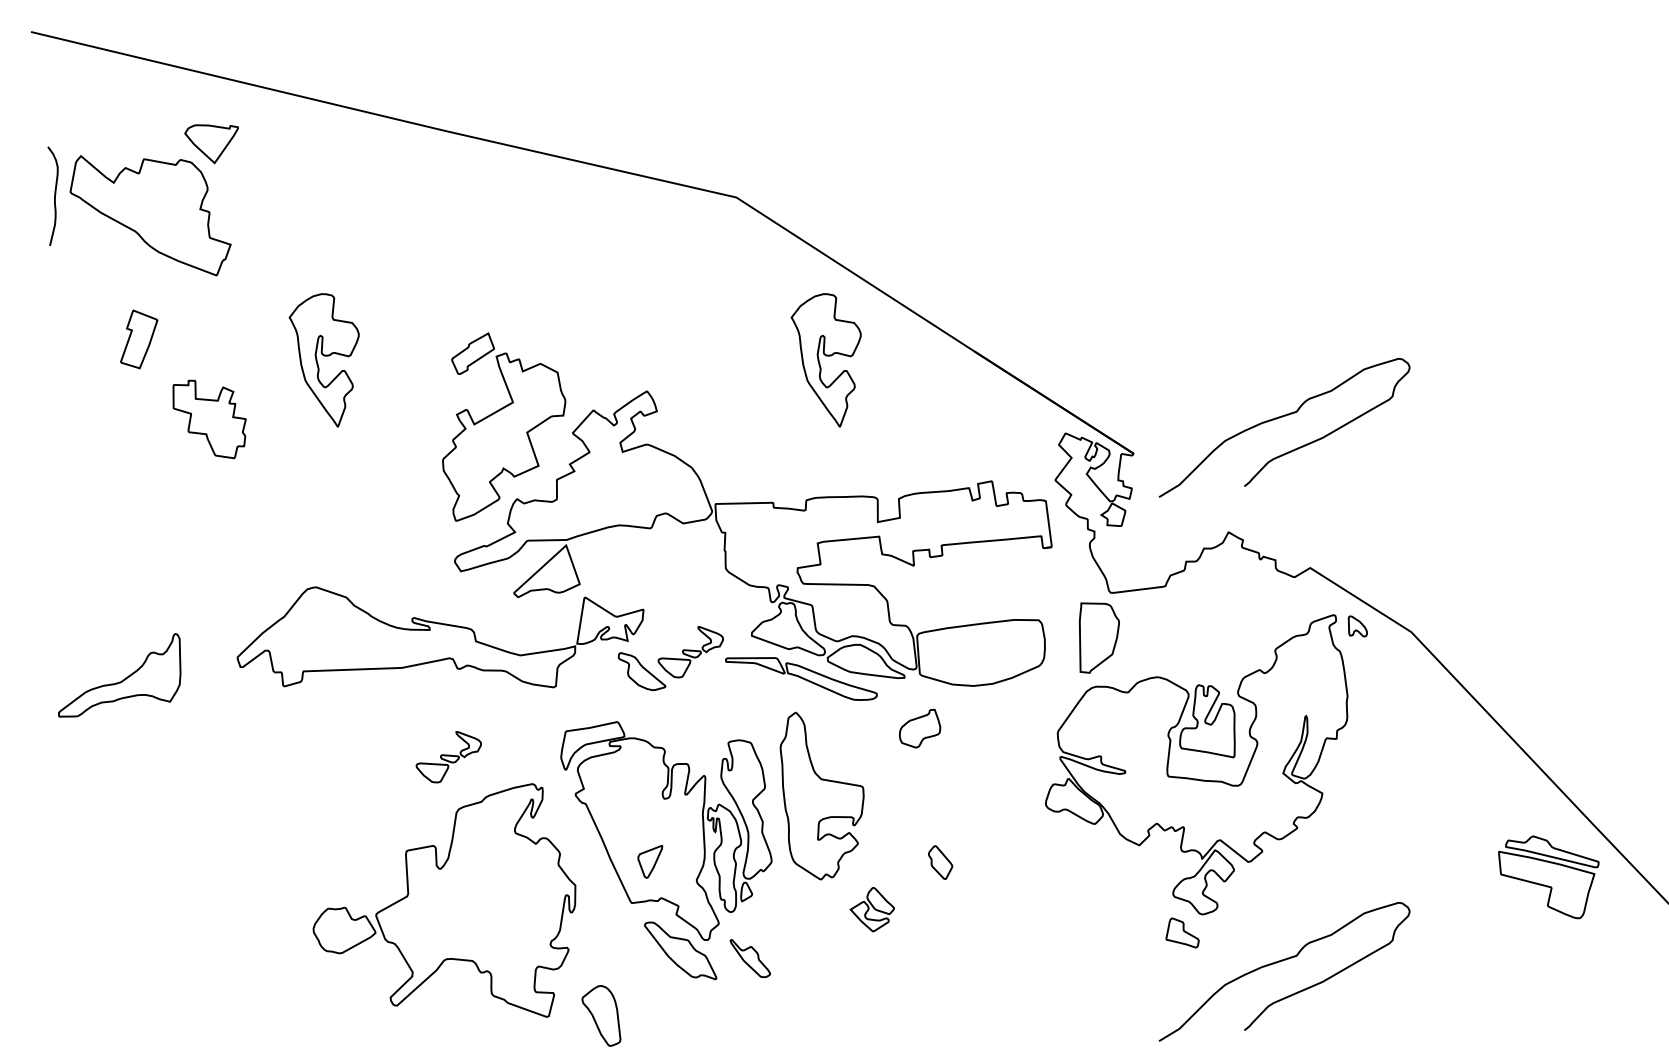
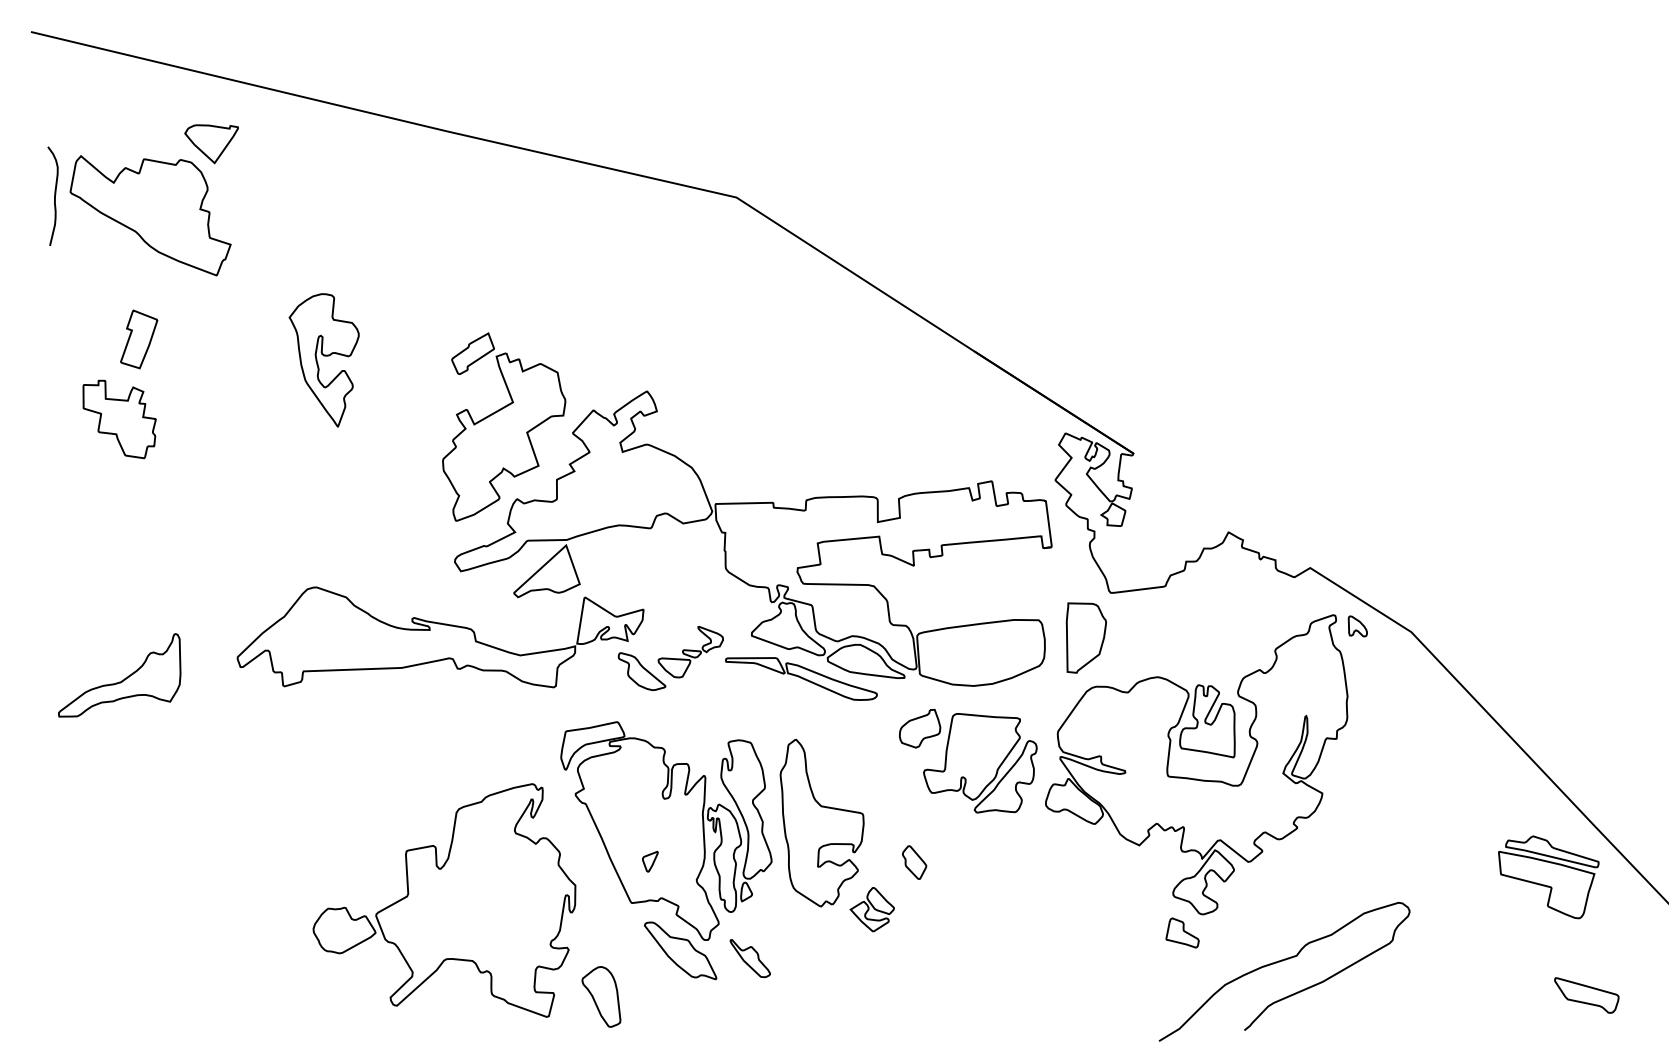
part at (825, 360): present -> none
curve at (1282, 417): present -> none
part at (209, 419) position: (209, 419) -> (119, 419)
part at (1098, 637) position: (1098, 637) -> (1085, 637)
part at (448, 757): present -> none
part at (980, 763): none -> present
part at (821, 795) position: (821, 795) -> (821, 822)
part at (650, 861) size: 27x35 px -> 17x23 px
part at (940, 862) position: (940, 862) -> (914, 862)
part at (1586, 995): none -> present
part at (601, 1015) position: (601, 1015) -> (601, 996)
